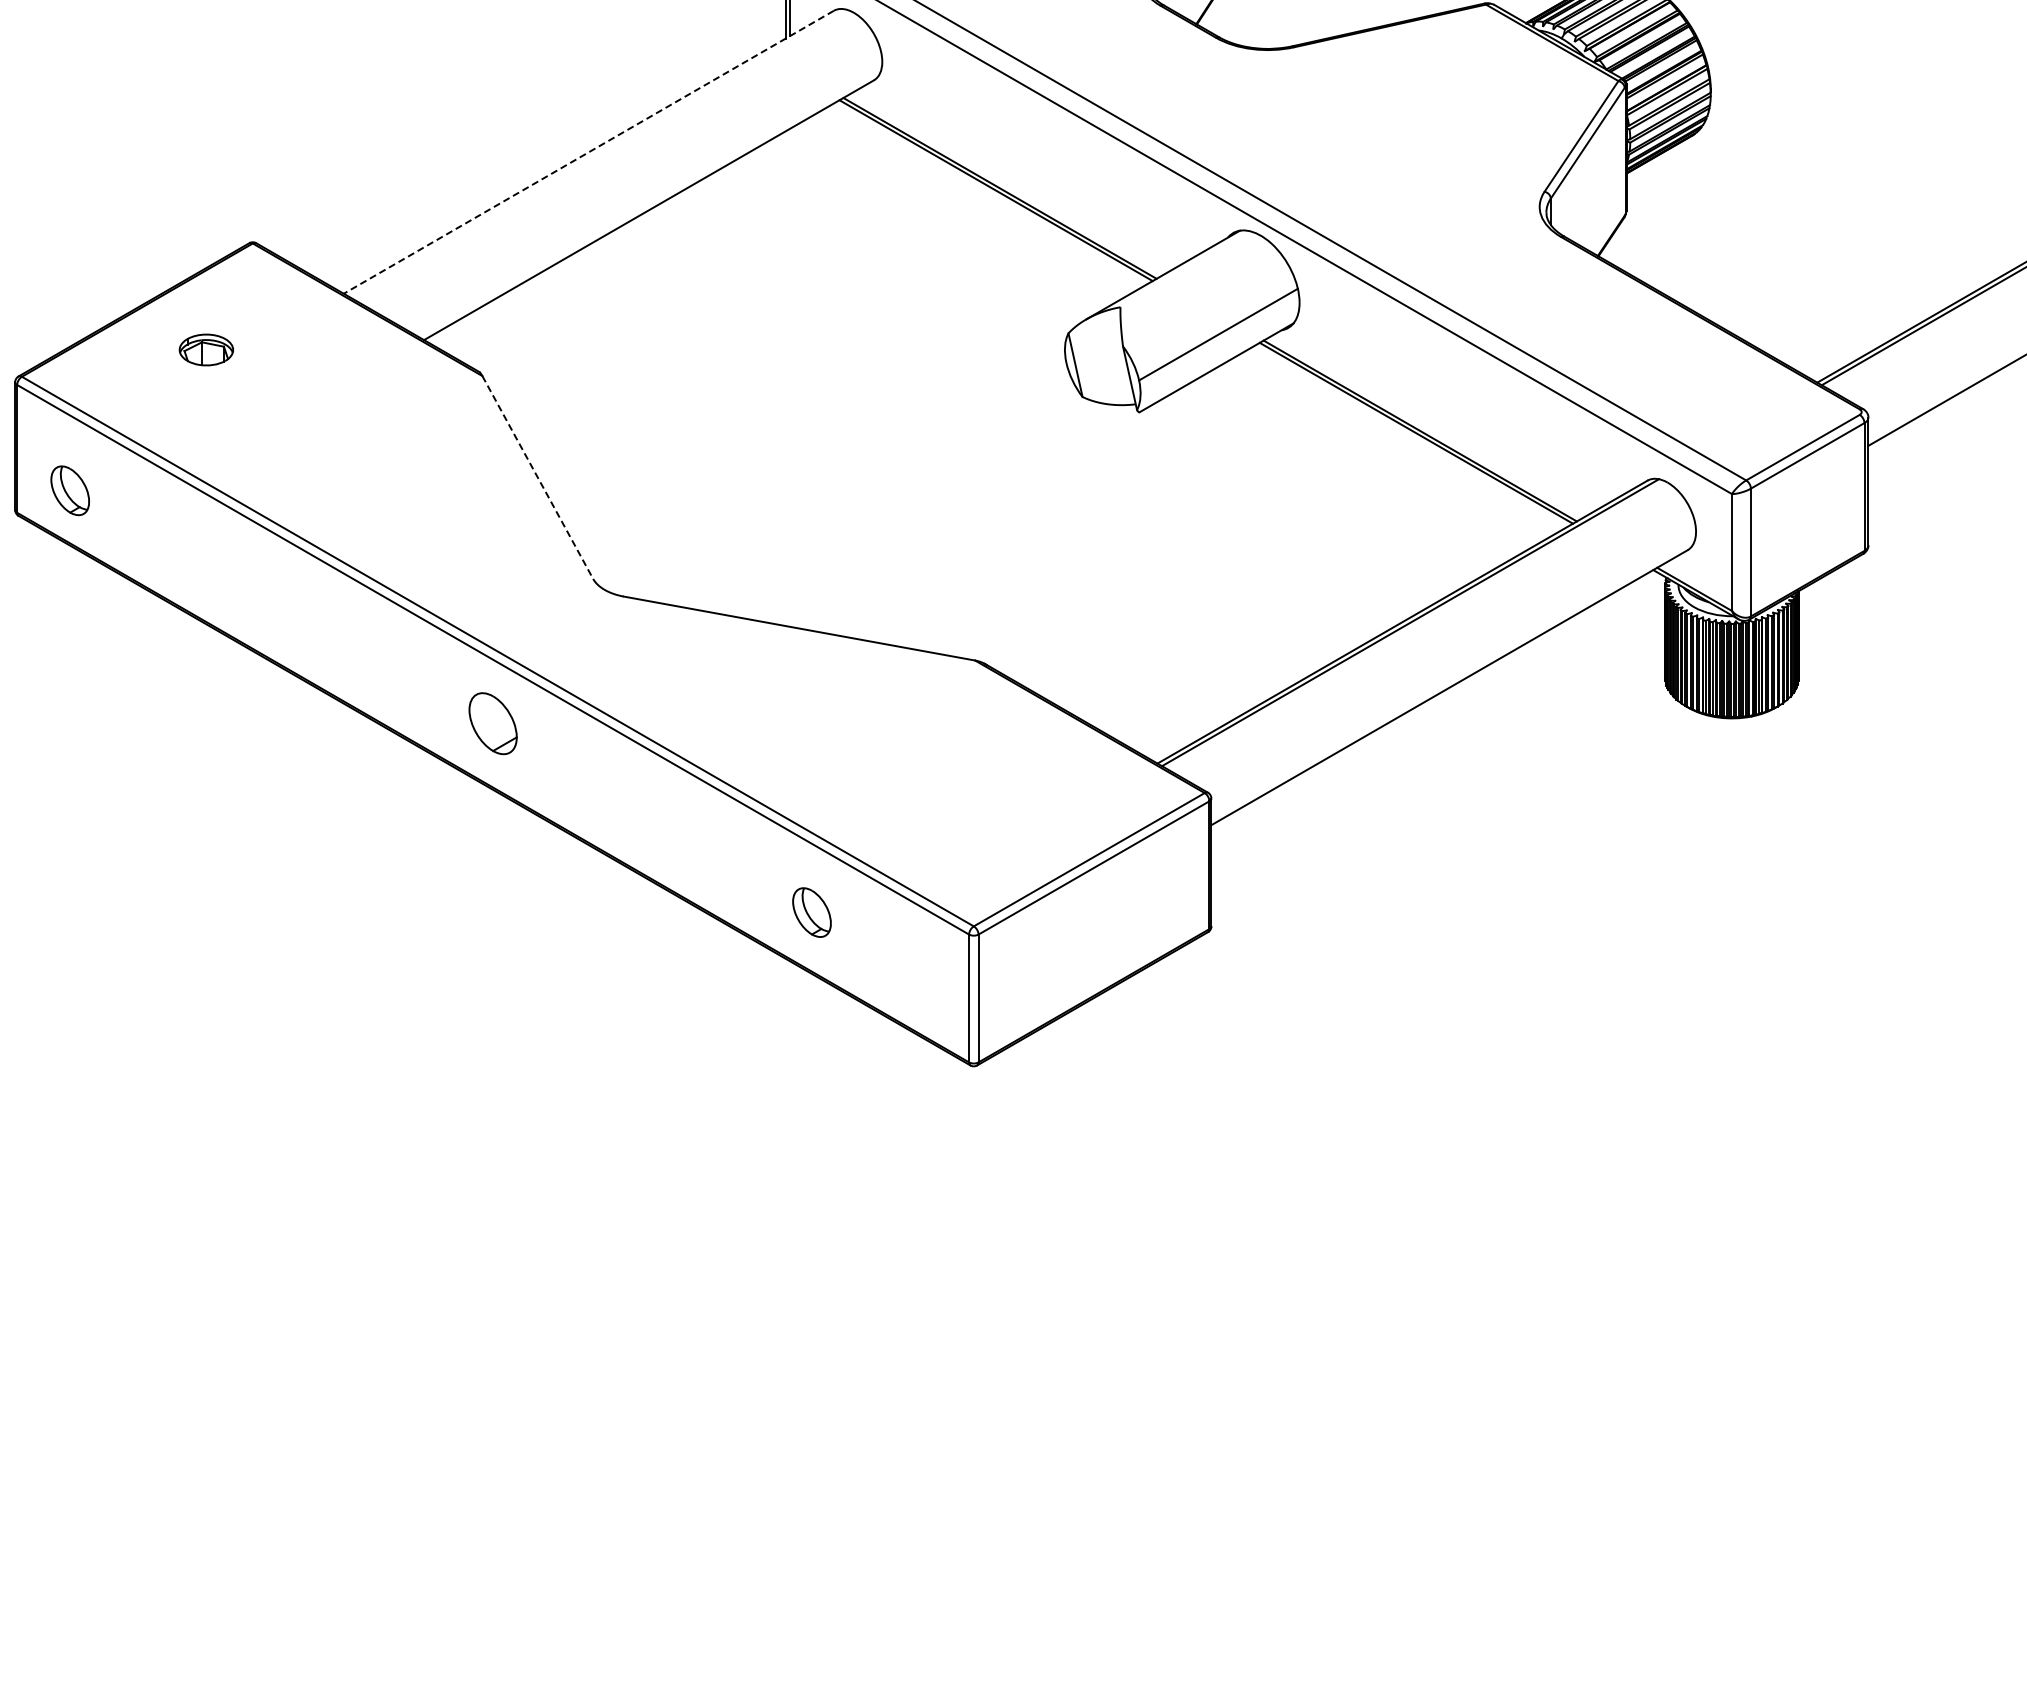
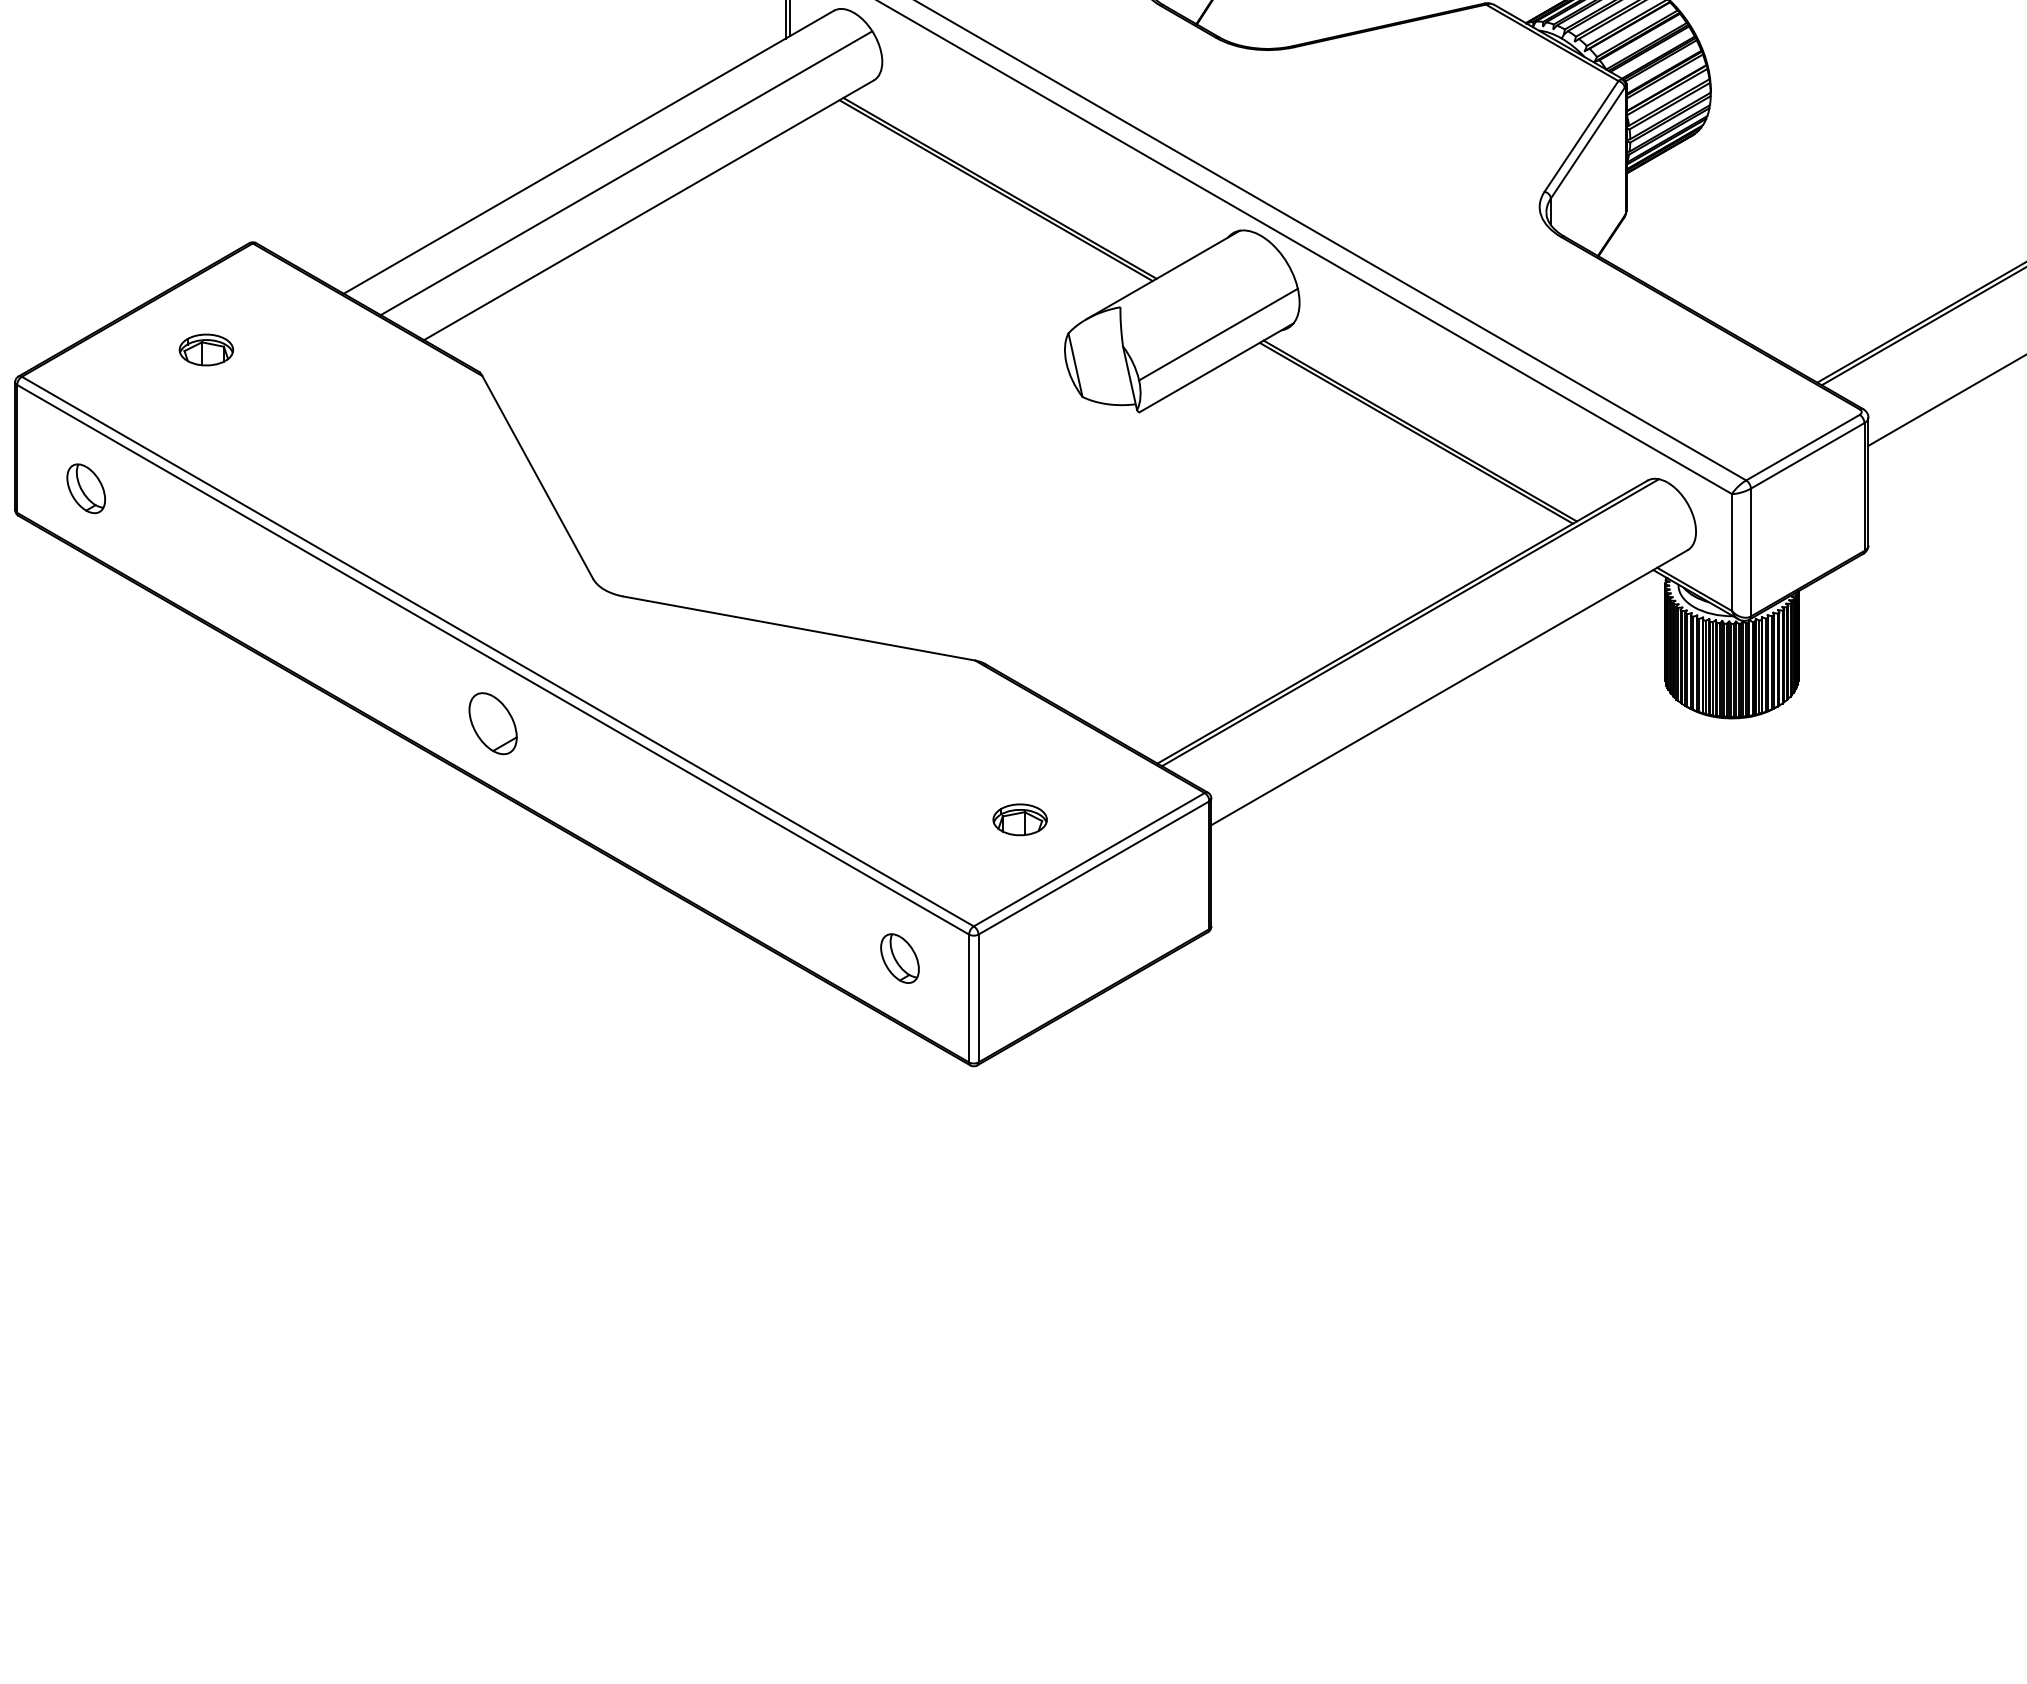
line at (588, 152): dashed -> solid
line at (626, 173): none -> present
line at (537, 477): dashed -> solid
part at (69, 490) position: (69, 490) -> (85, 488)
part at (1019, 819): none -> present
part at (811, 912) position: (811, 912) -> (899, 958)
